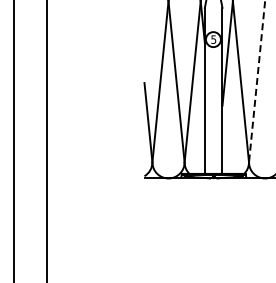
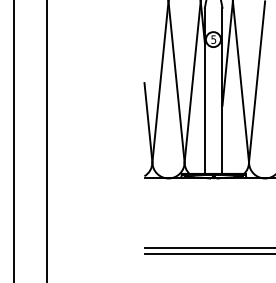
line at (257, 81): dashed -> solid
line at (208, 248): none -> present
line at (208, 253): none -> present
